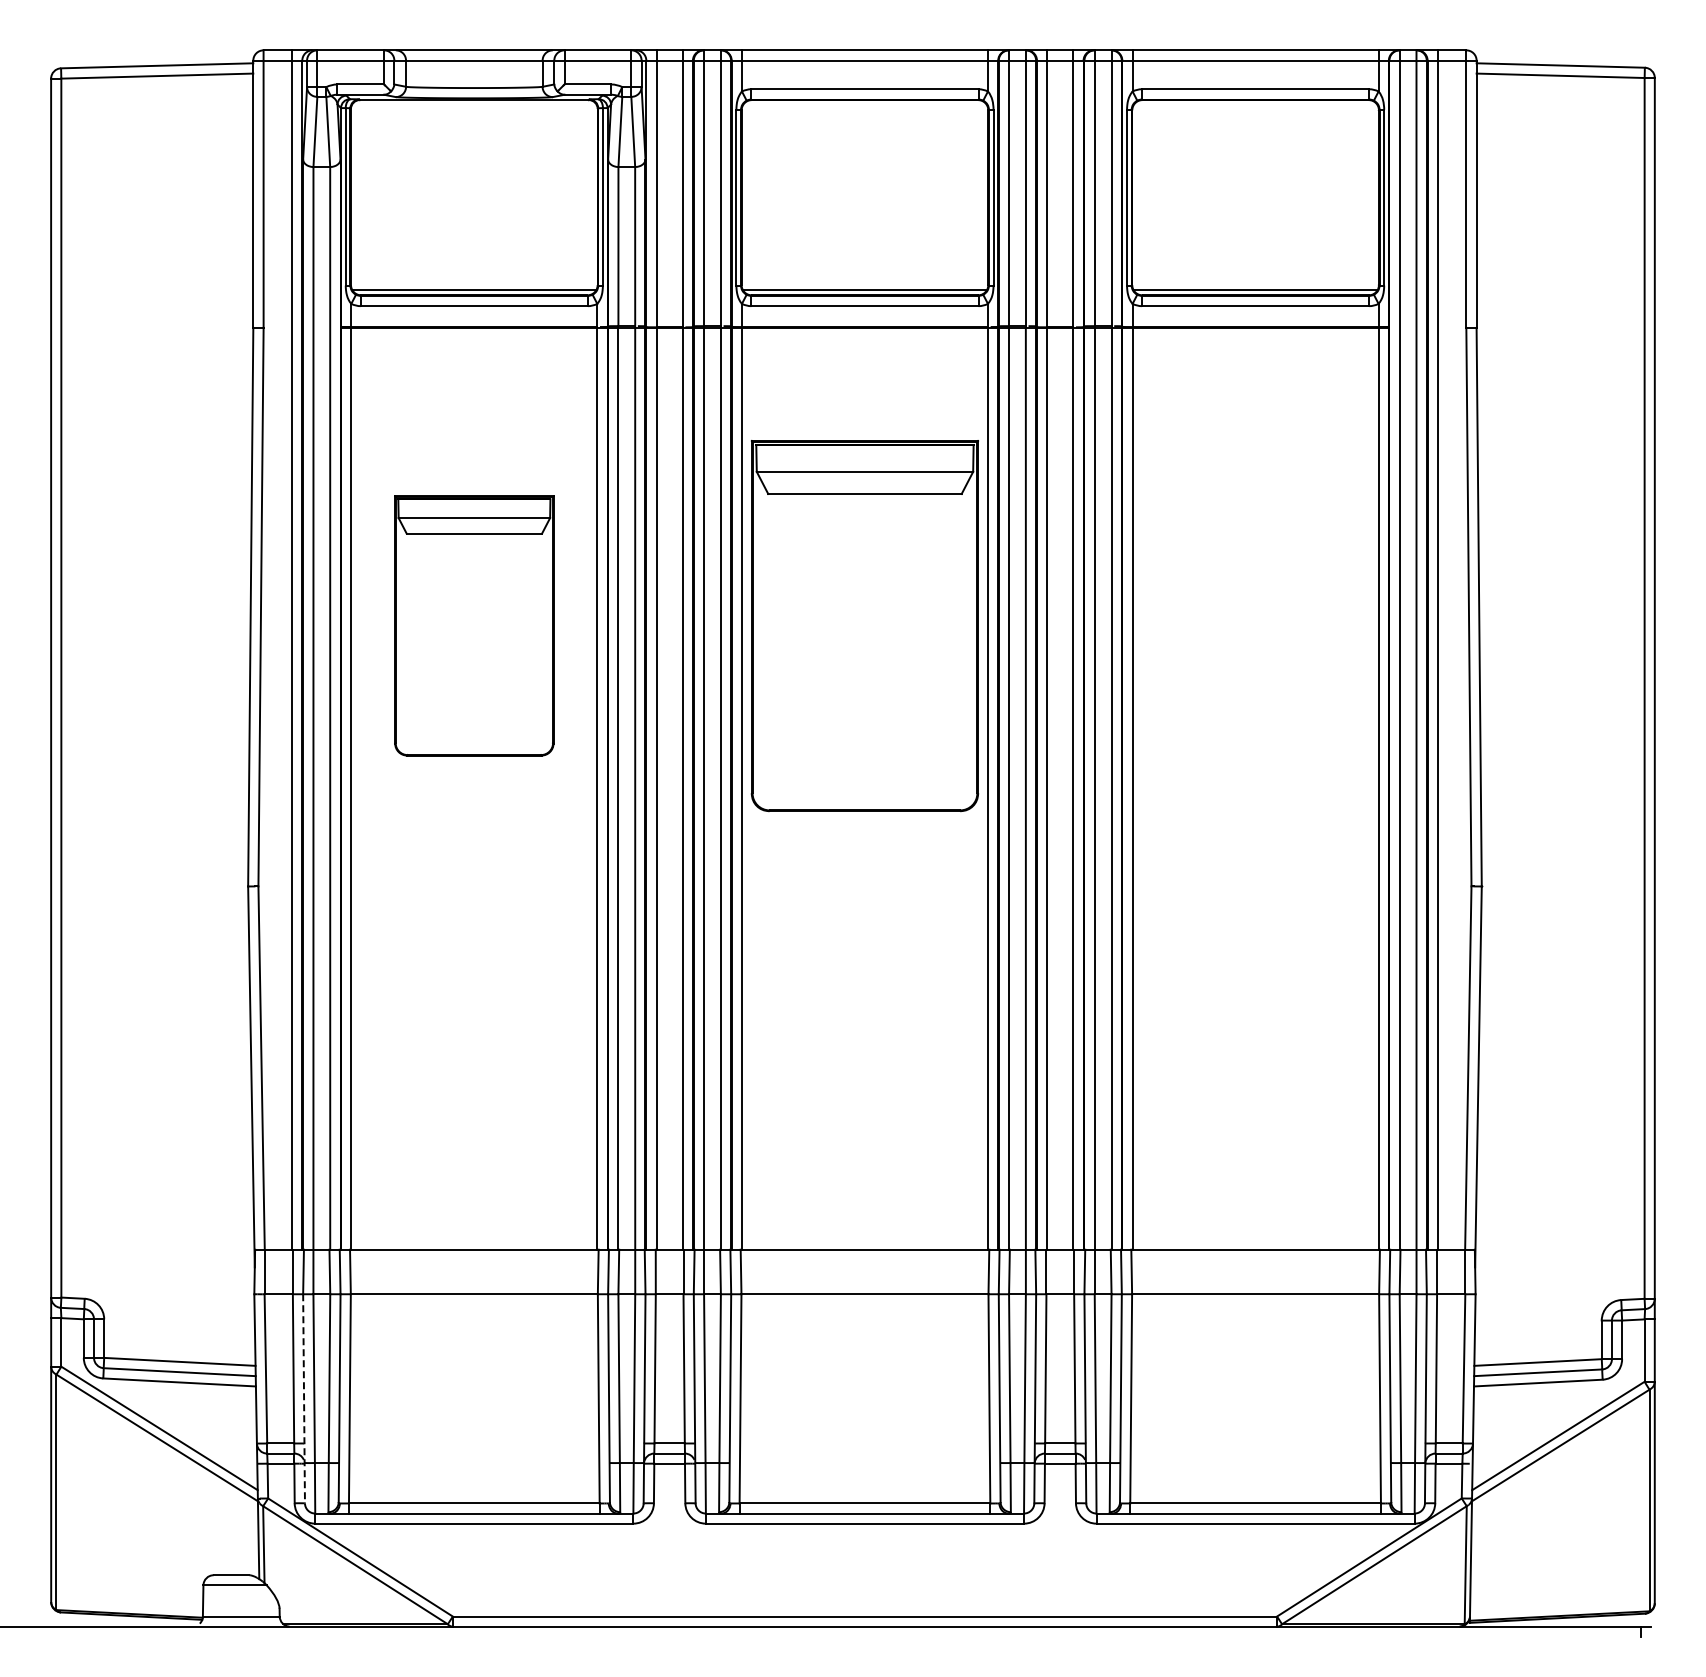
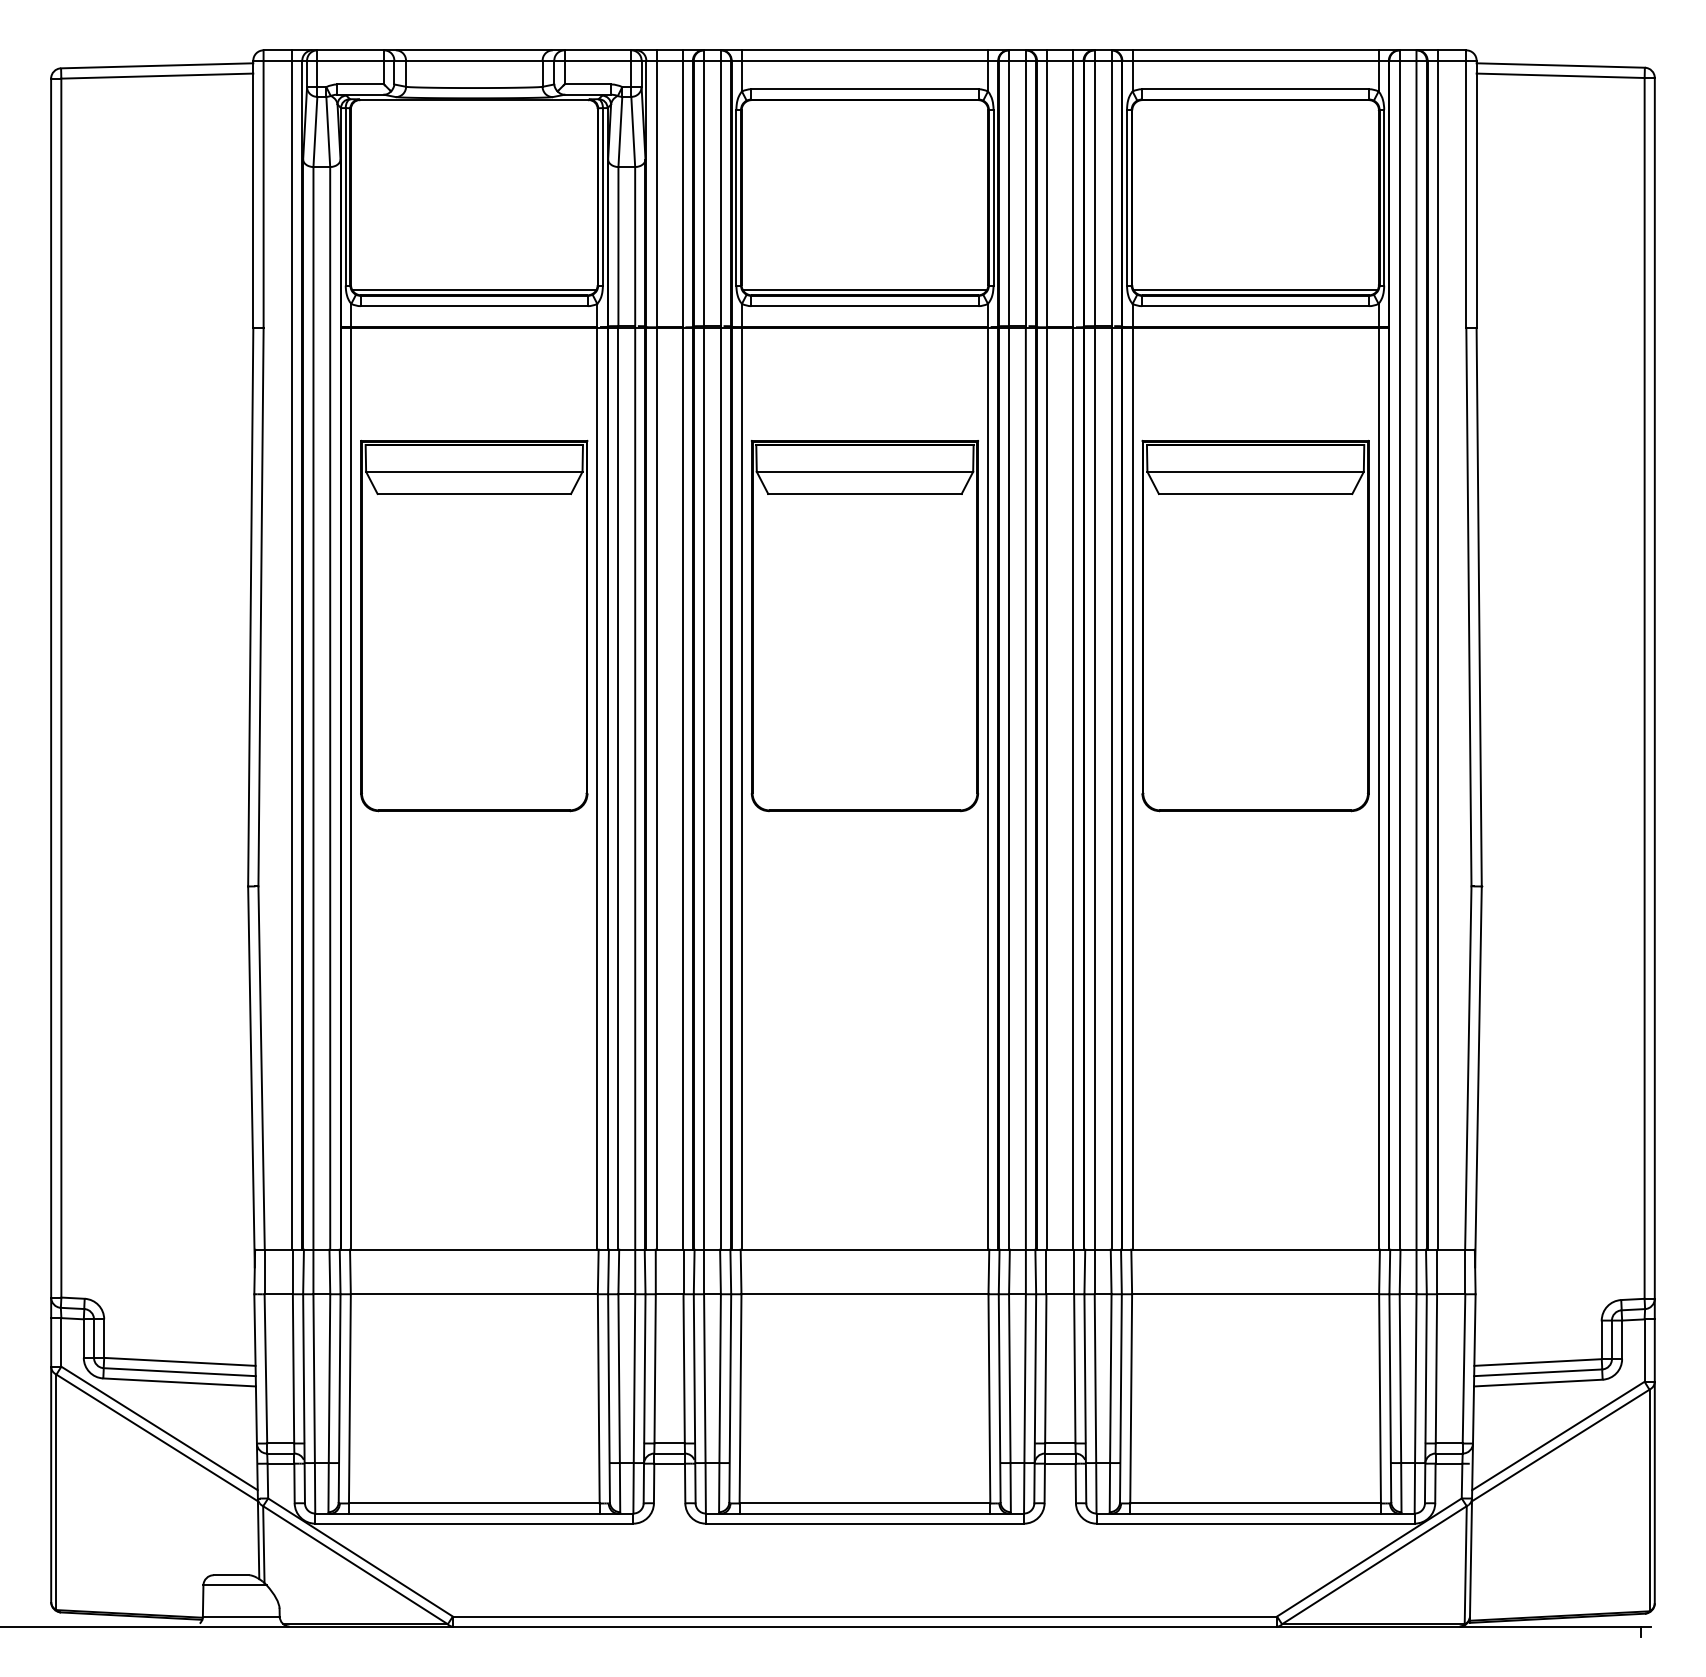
part at (474, 625) size: 161x262 px -> 229x374 px
part at (1255, 625): none -> present
line at (304, 1398): dashed -> solid
